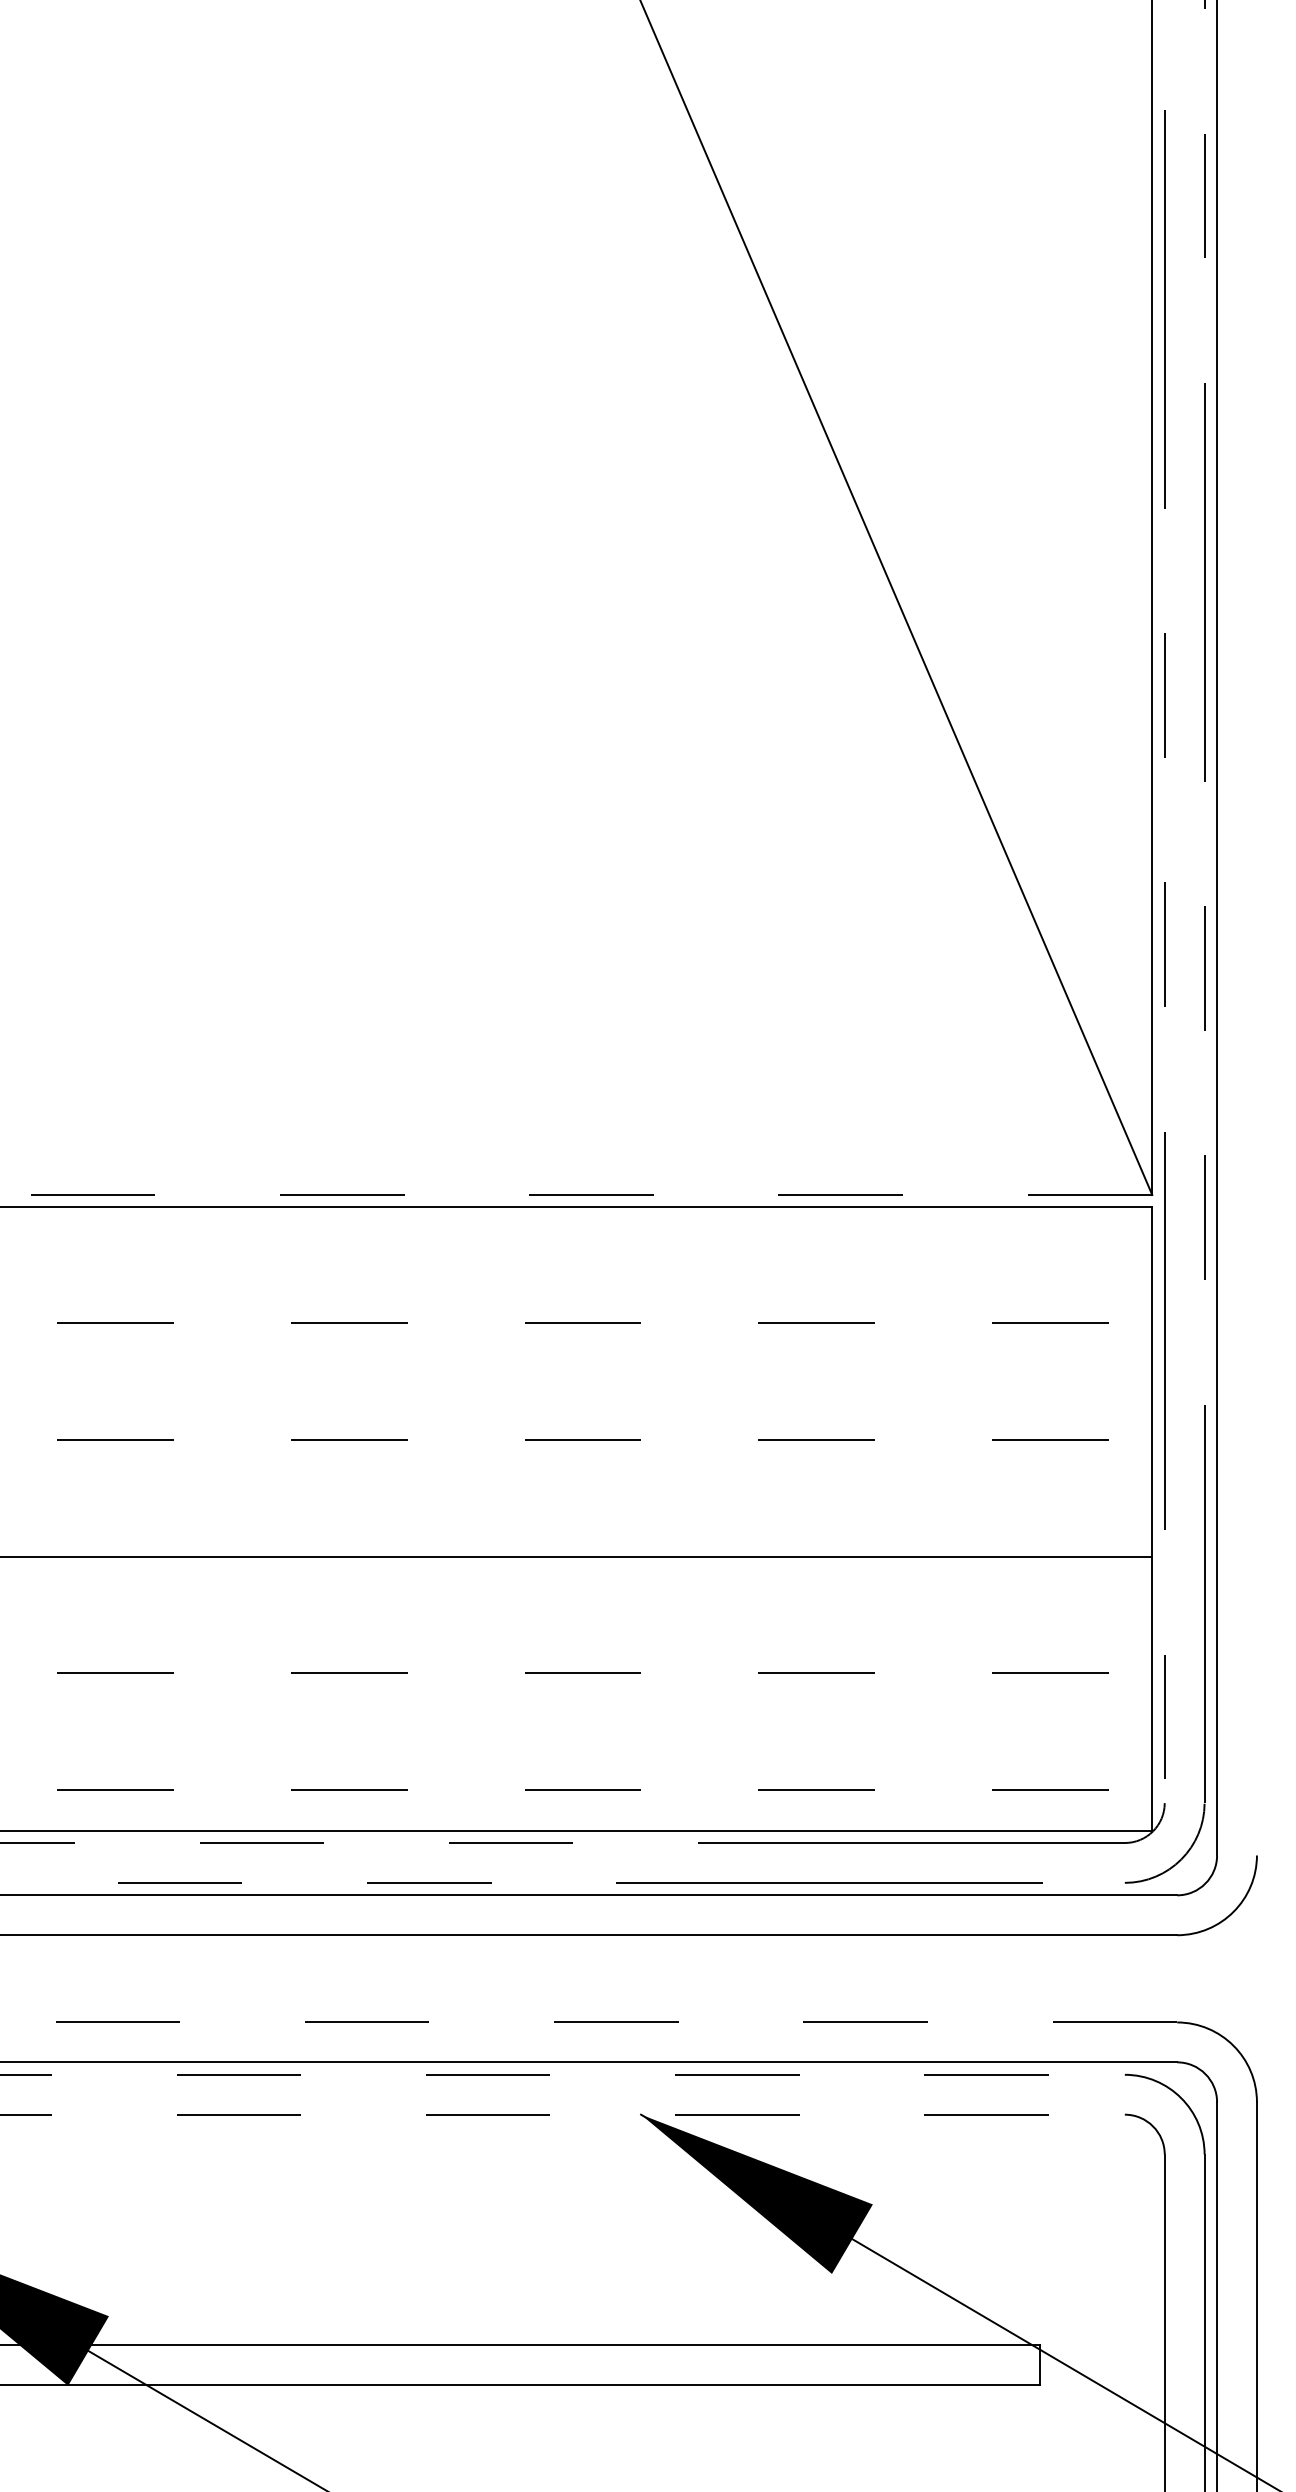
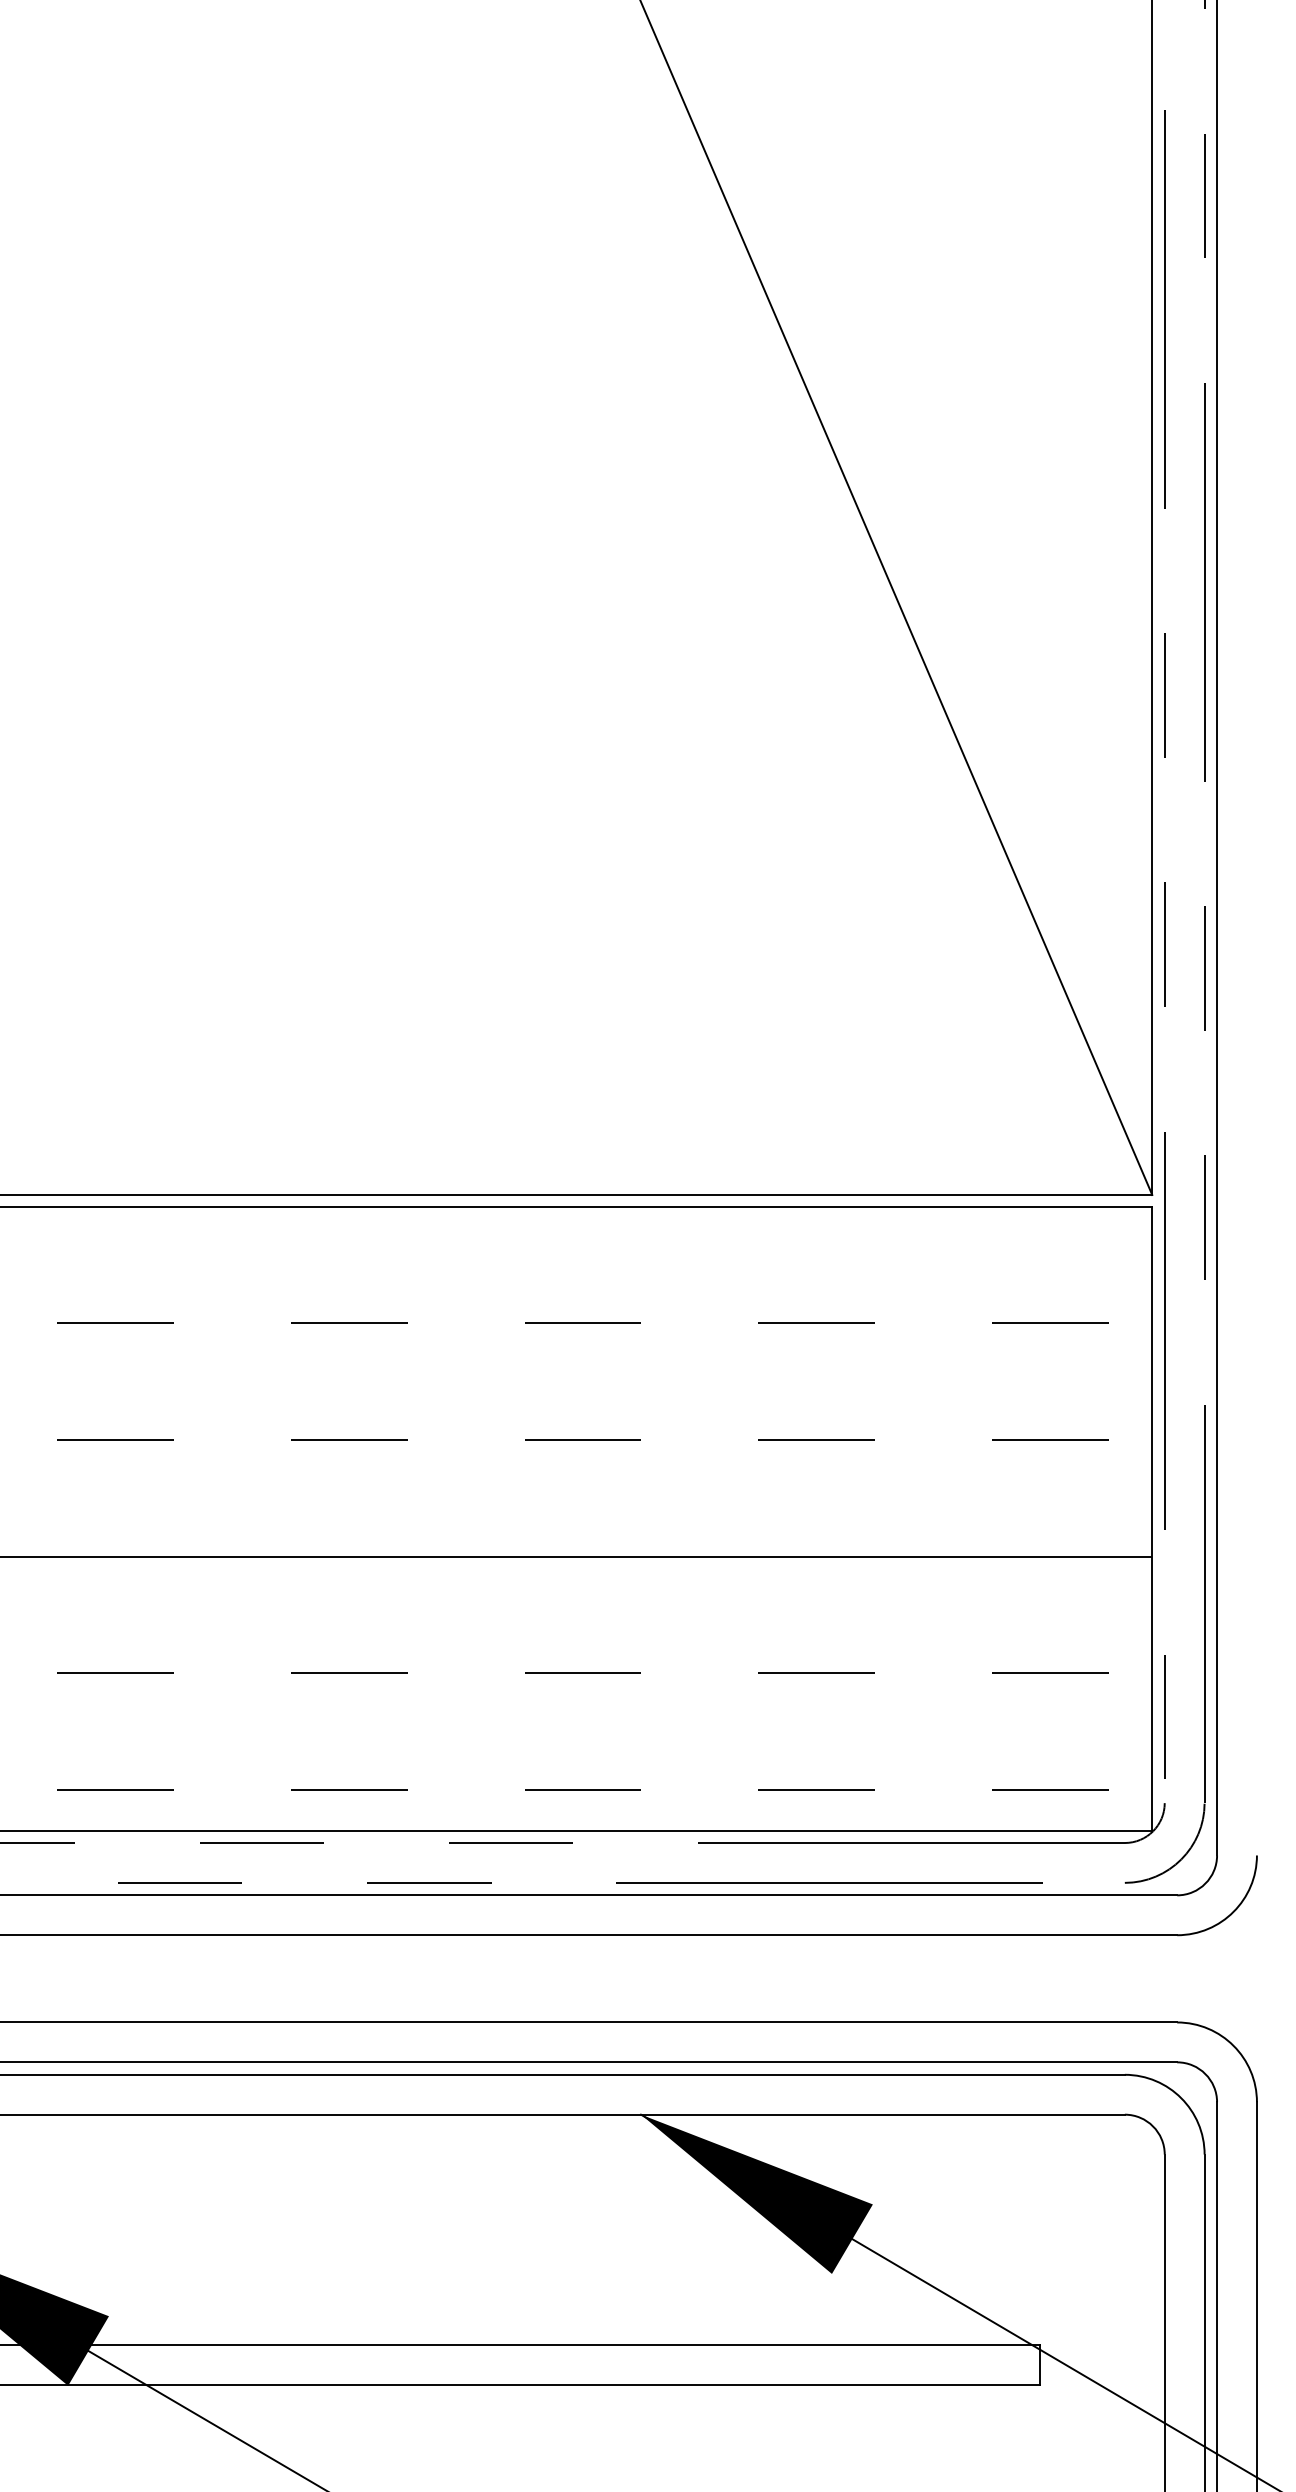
line at (576, 1194): dashed -> solid
line at (588, 2022): dashed -> solid
line at (563, 2074): dashed -> solid
line at (563, 2114): dashed -> solid
